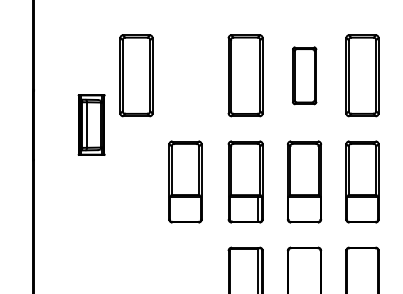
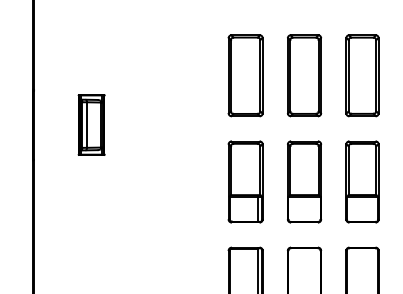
part at (136, 75): present -> none
part at (304, 75) size: 26x60 px -> 36x84 px
part at (185, 181): present -> none
